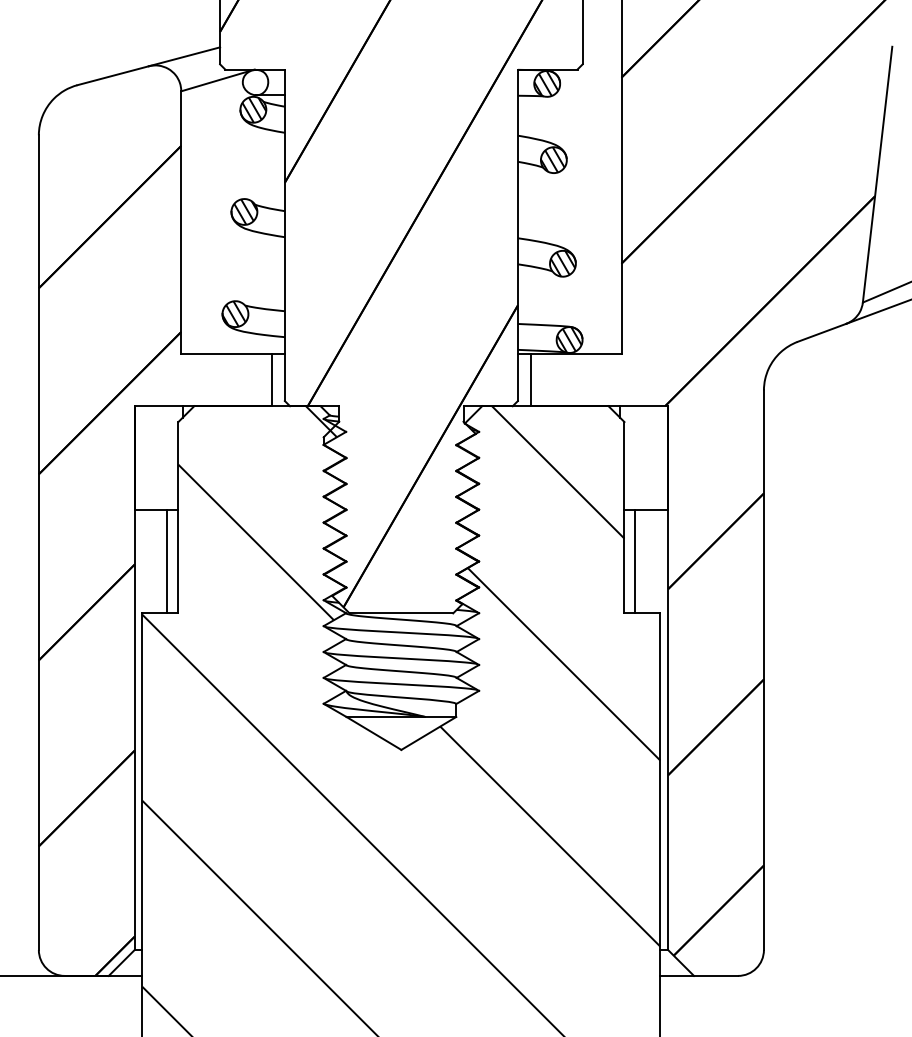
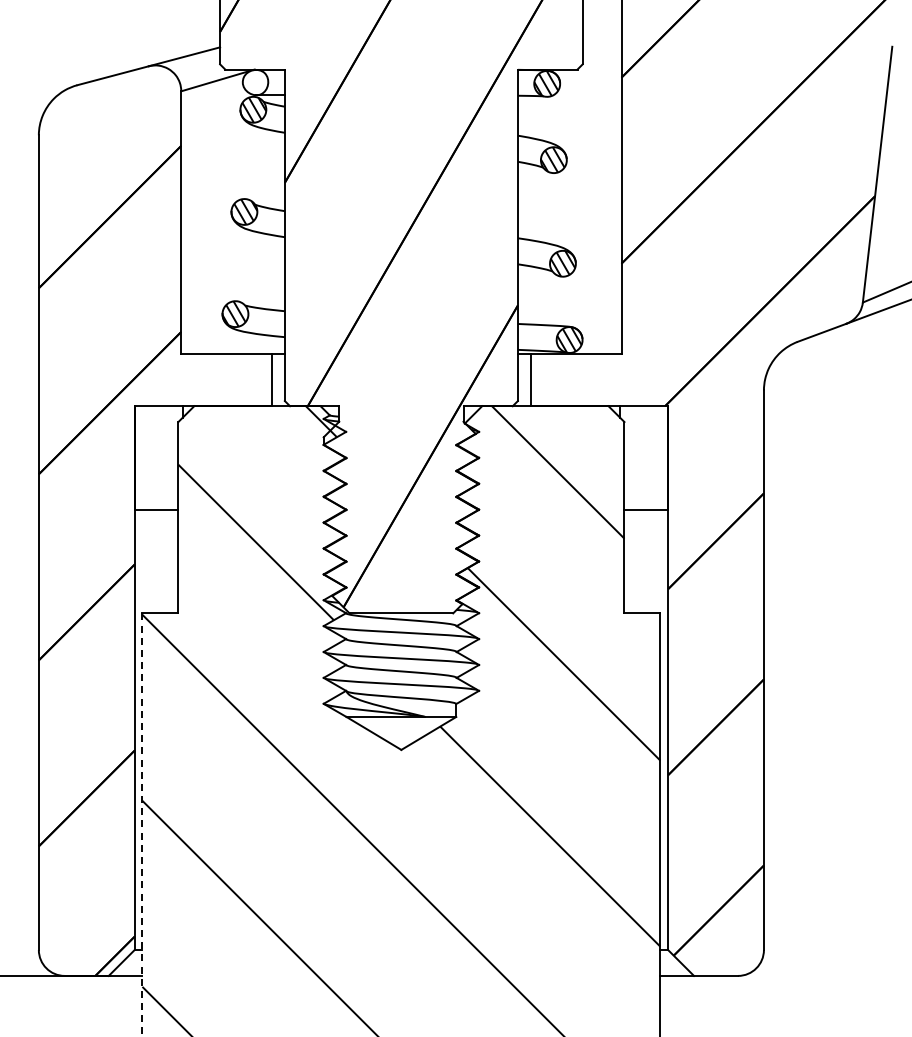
line at (167, 561): present -> none
line at (635, 561): present -> none
line at (142, 825): solid -> dashed
